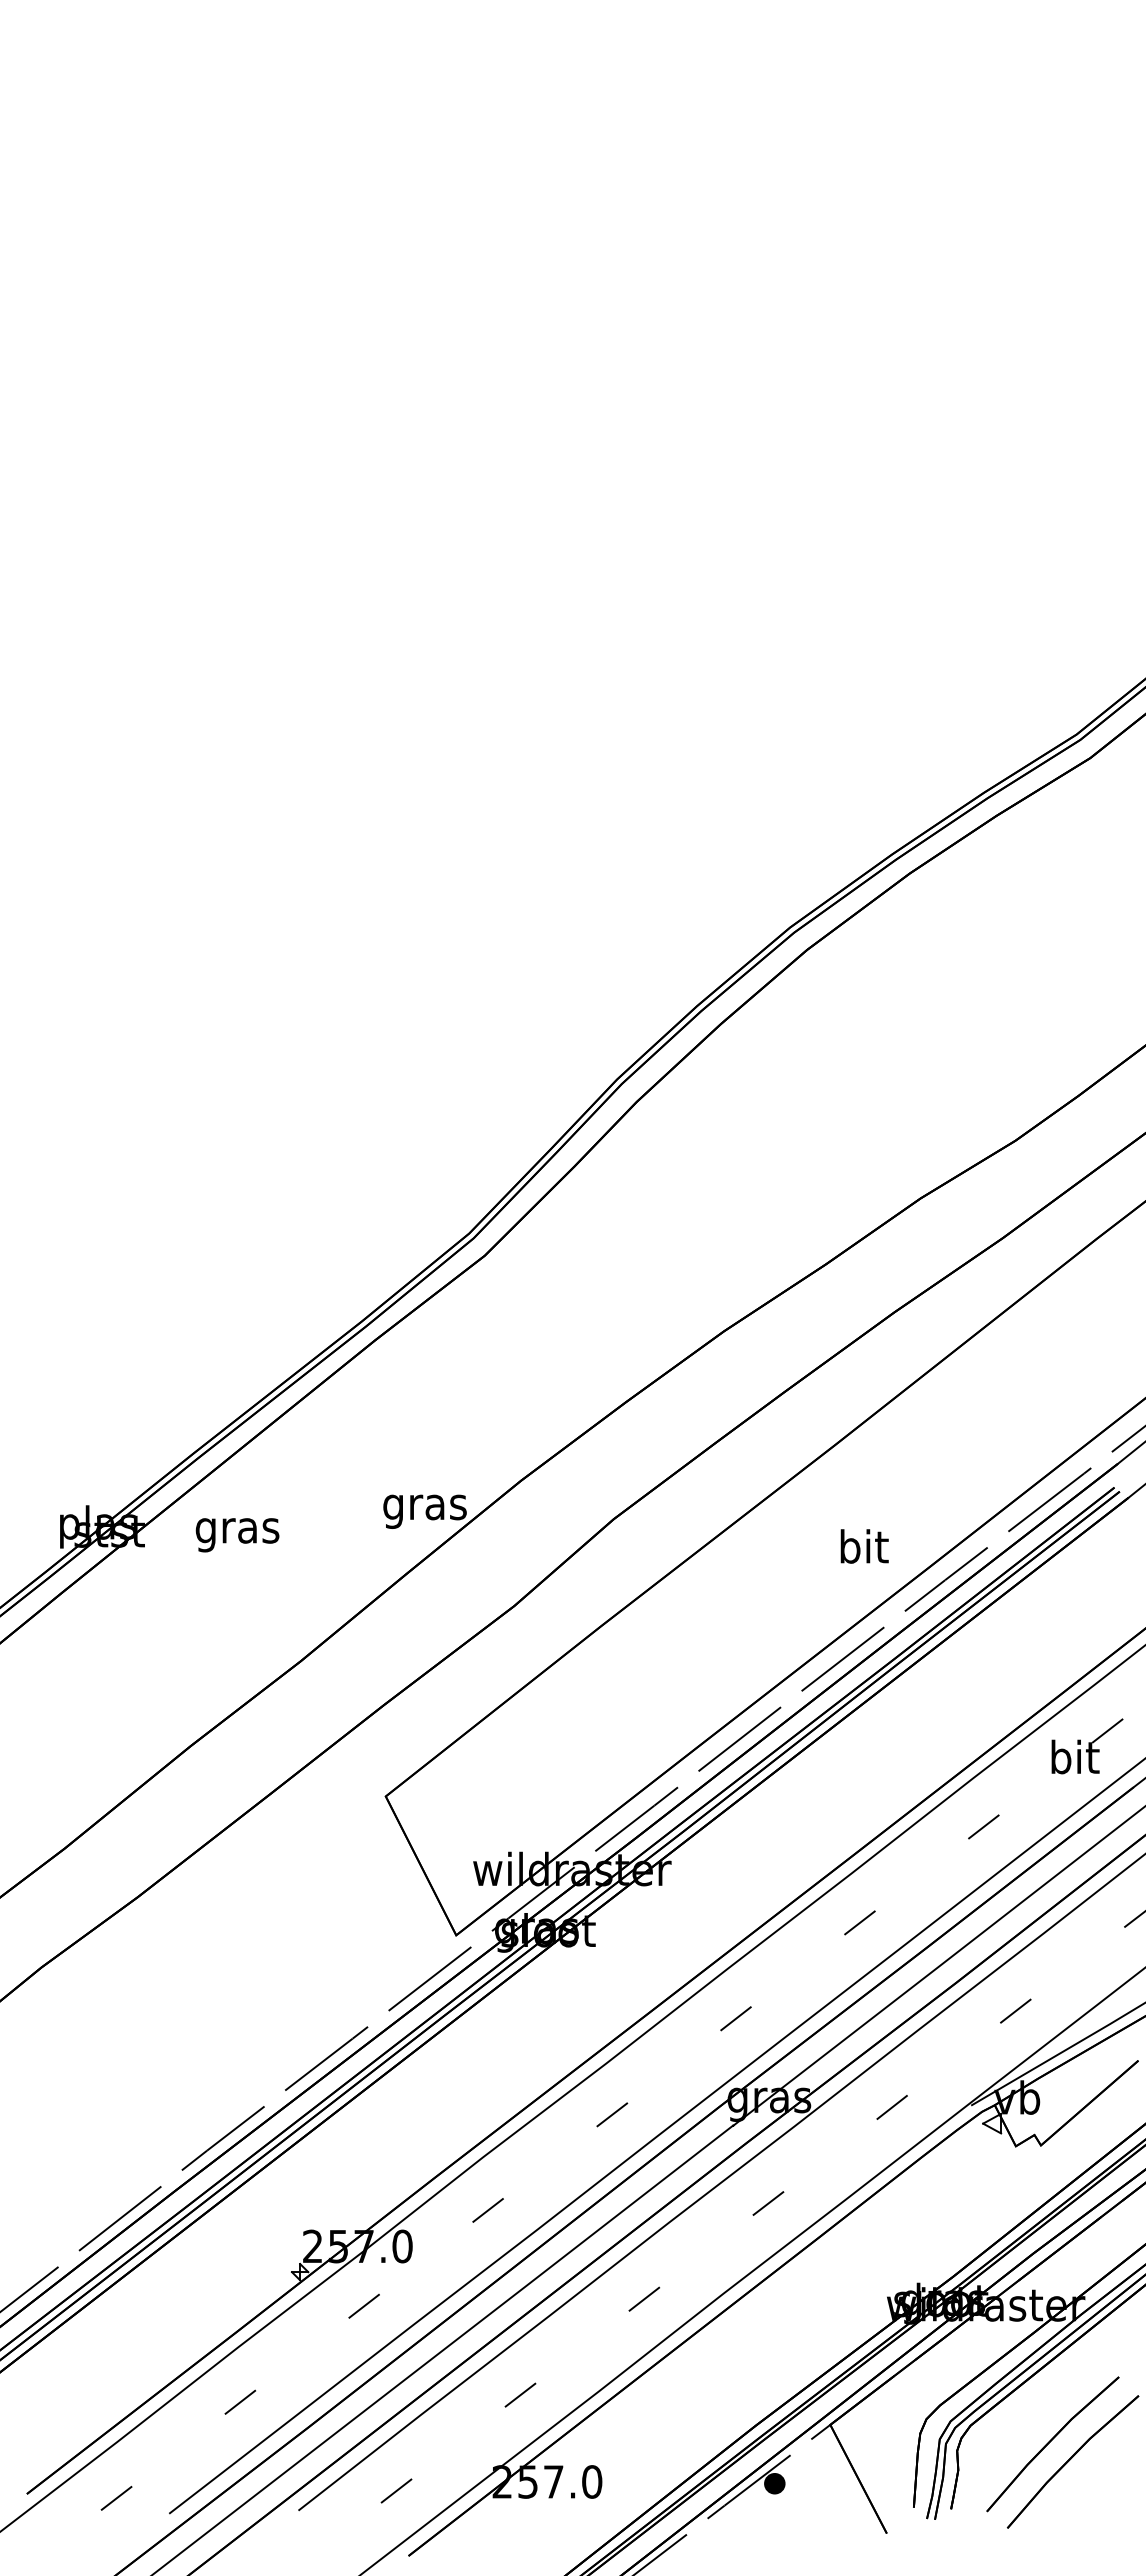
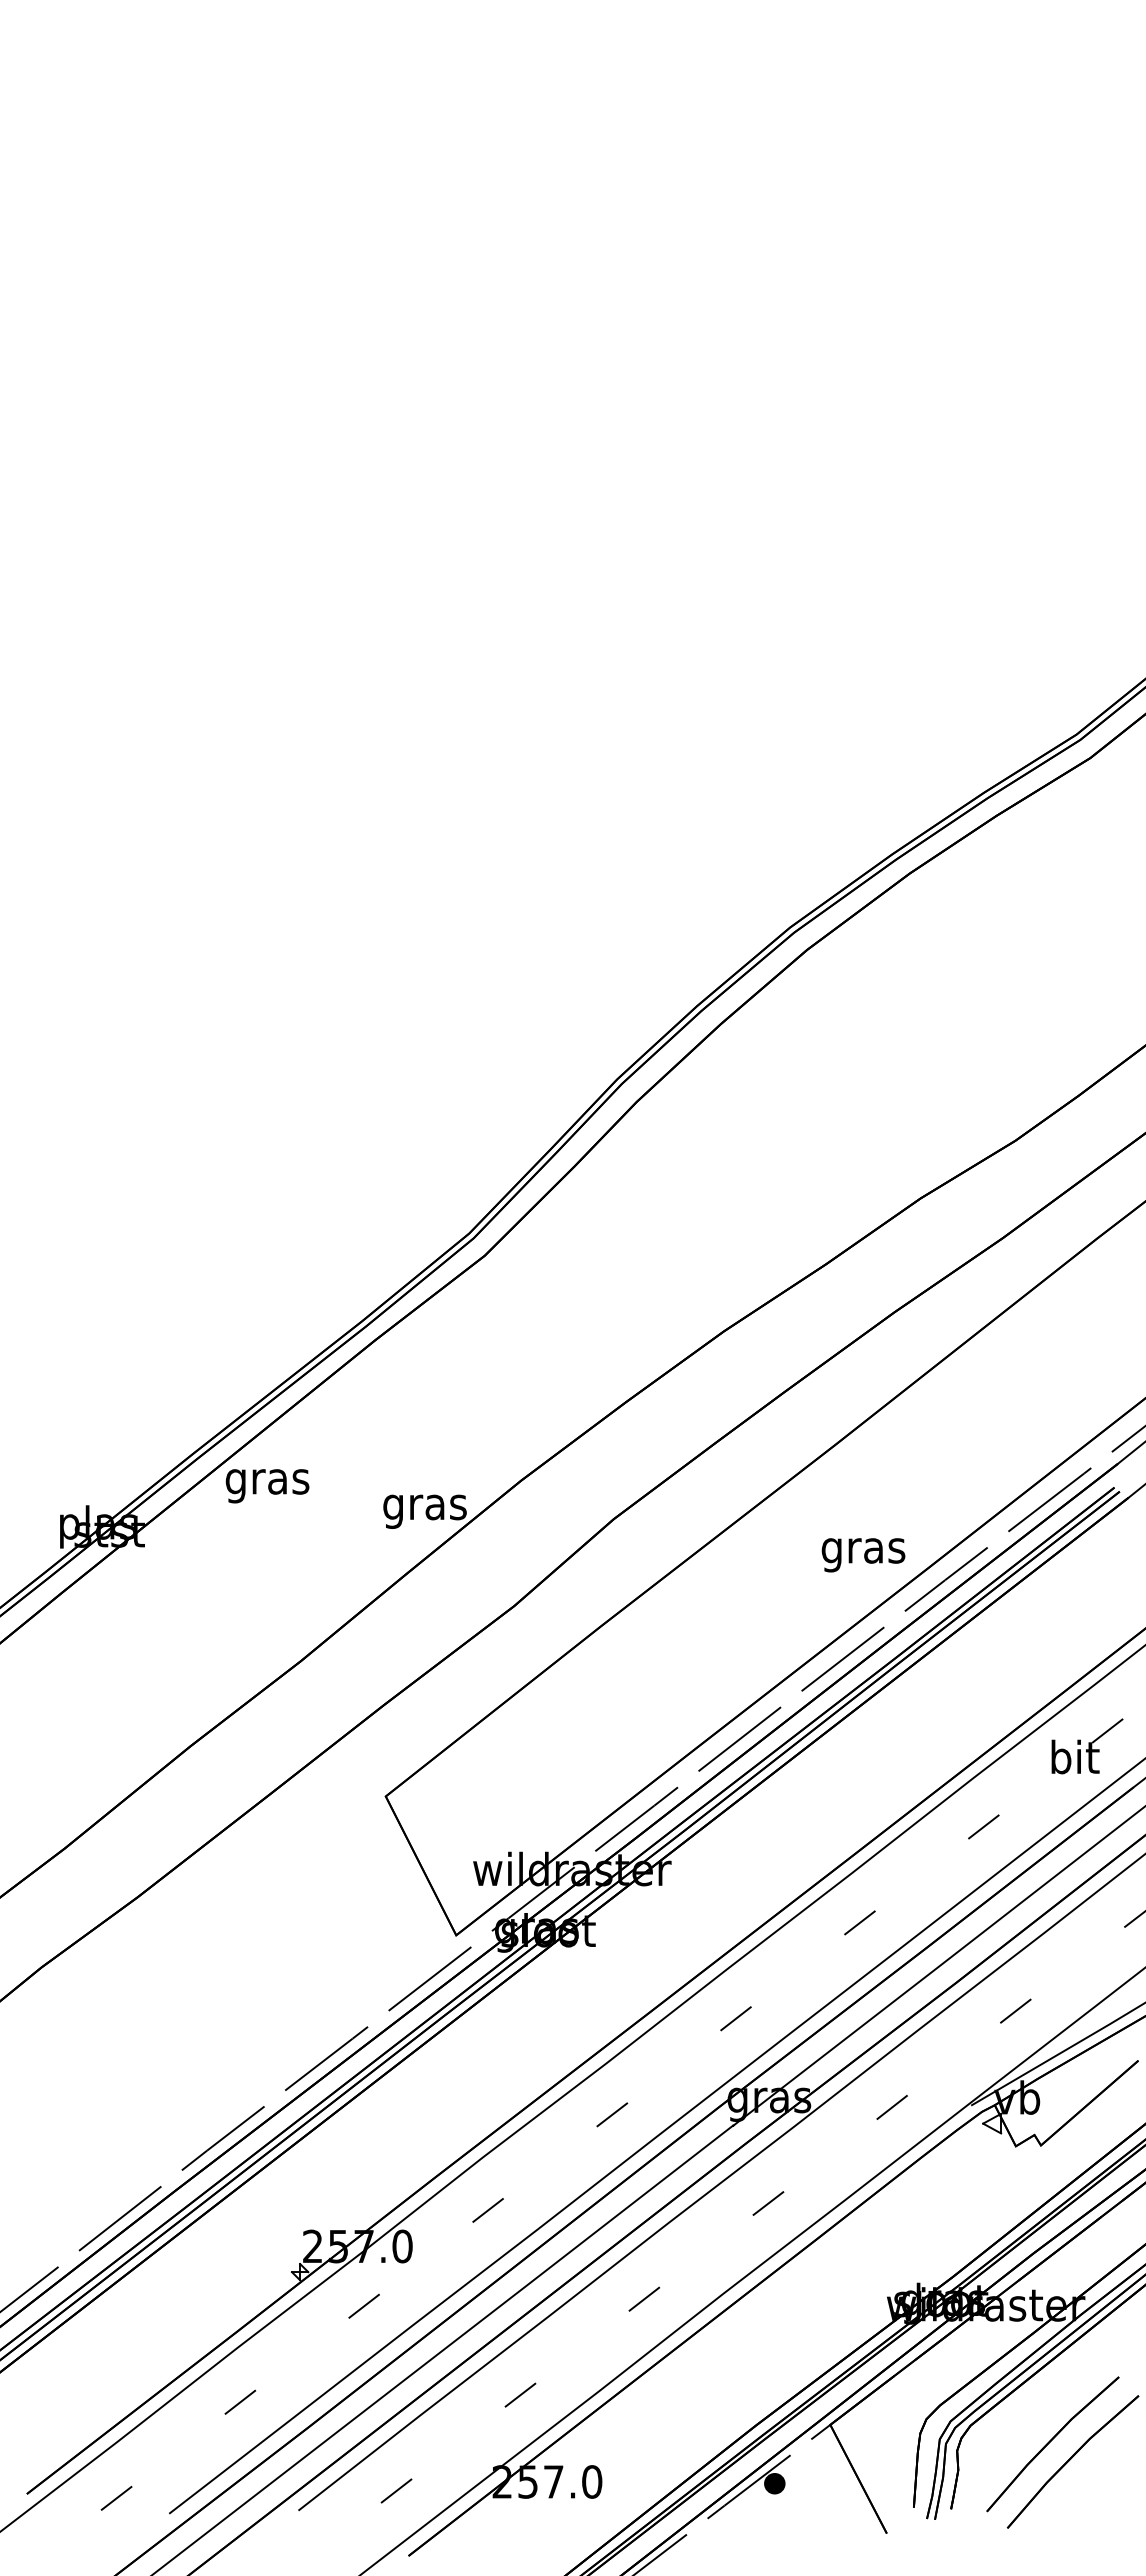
text at (237, 1535) position: (237, 1535) -> (267, 1486)
text at (863, 1550): bit -> gras
